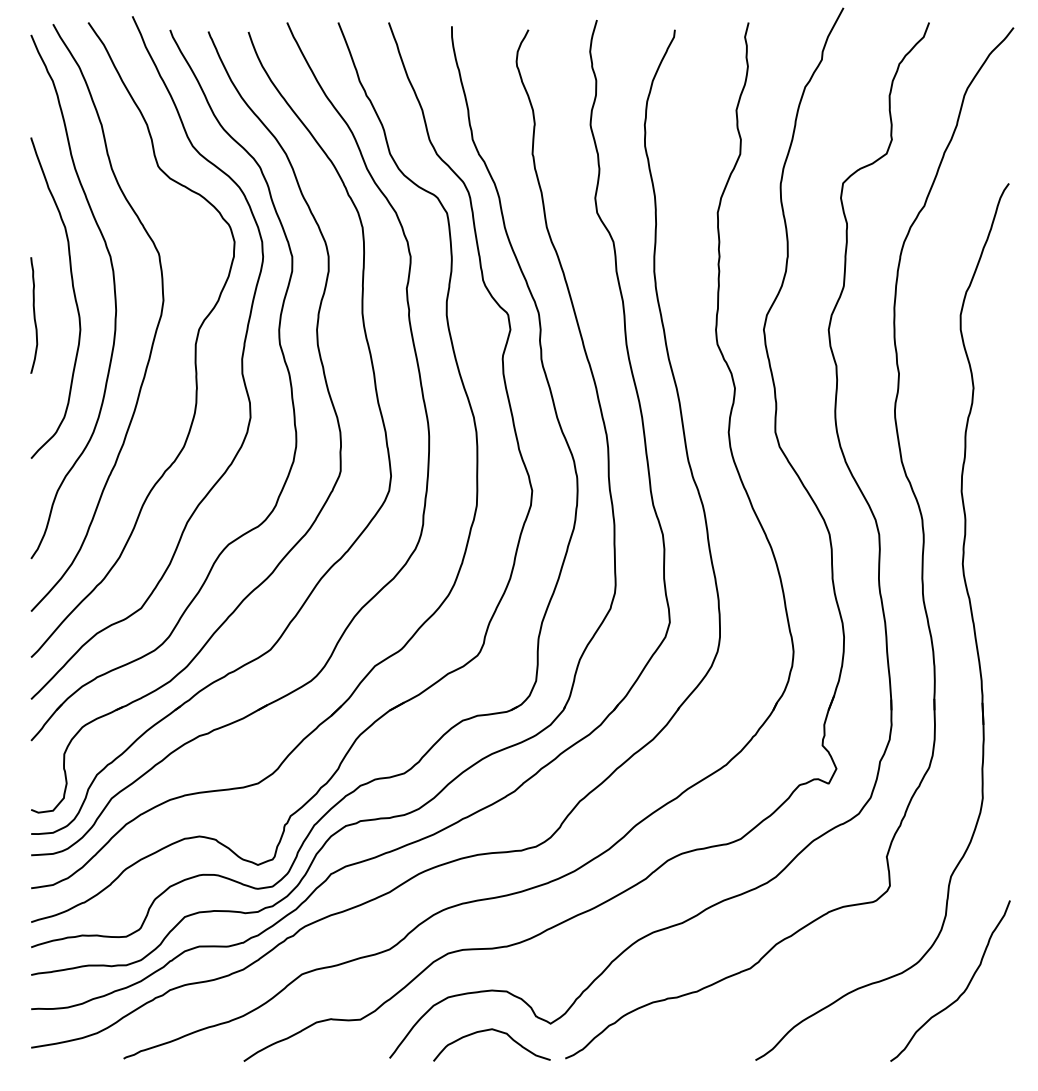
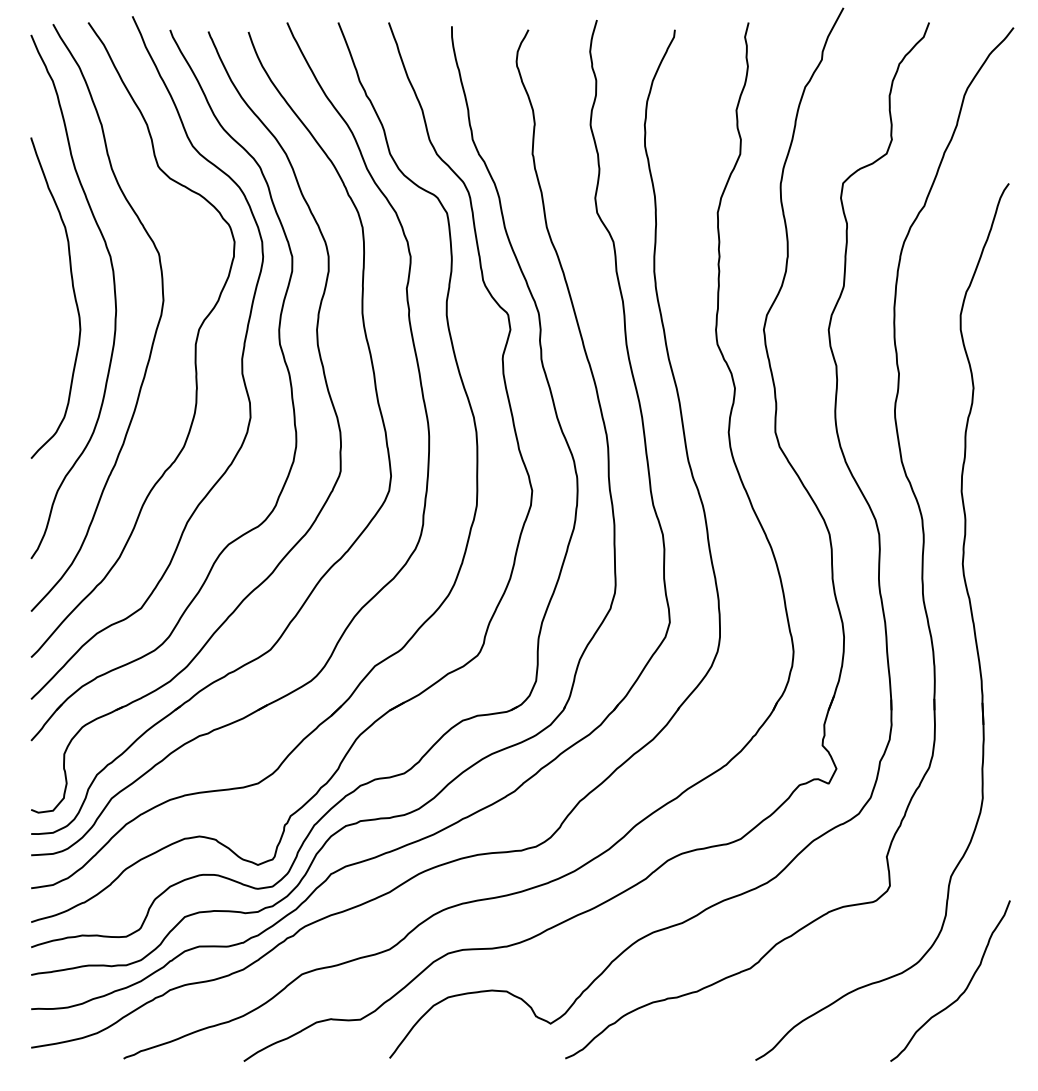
curve at (34, 315): present -> none
curve at (495, 1031): present -> none
